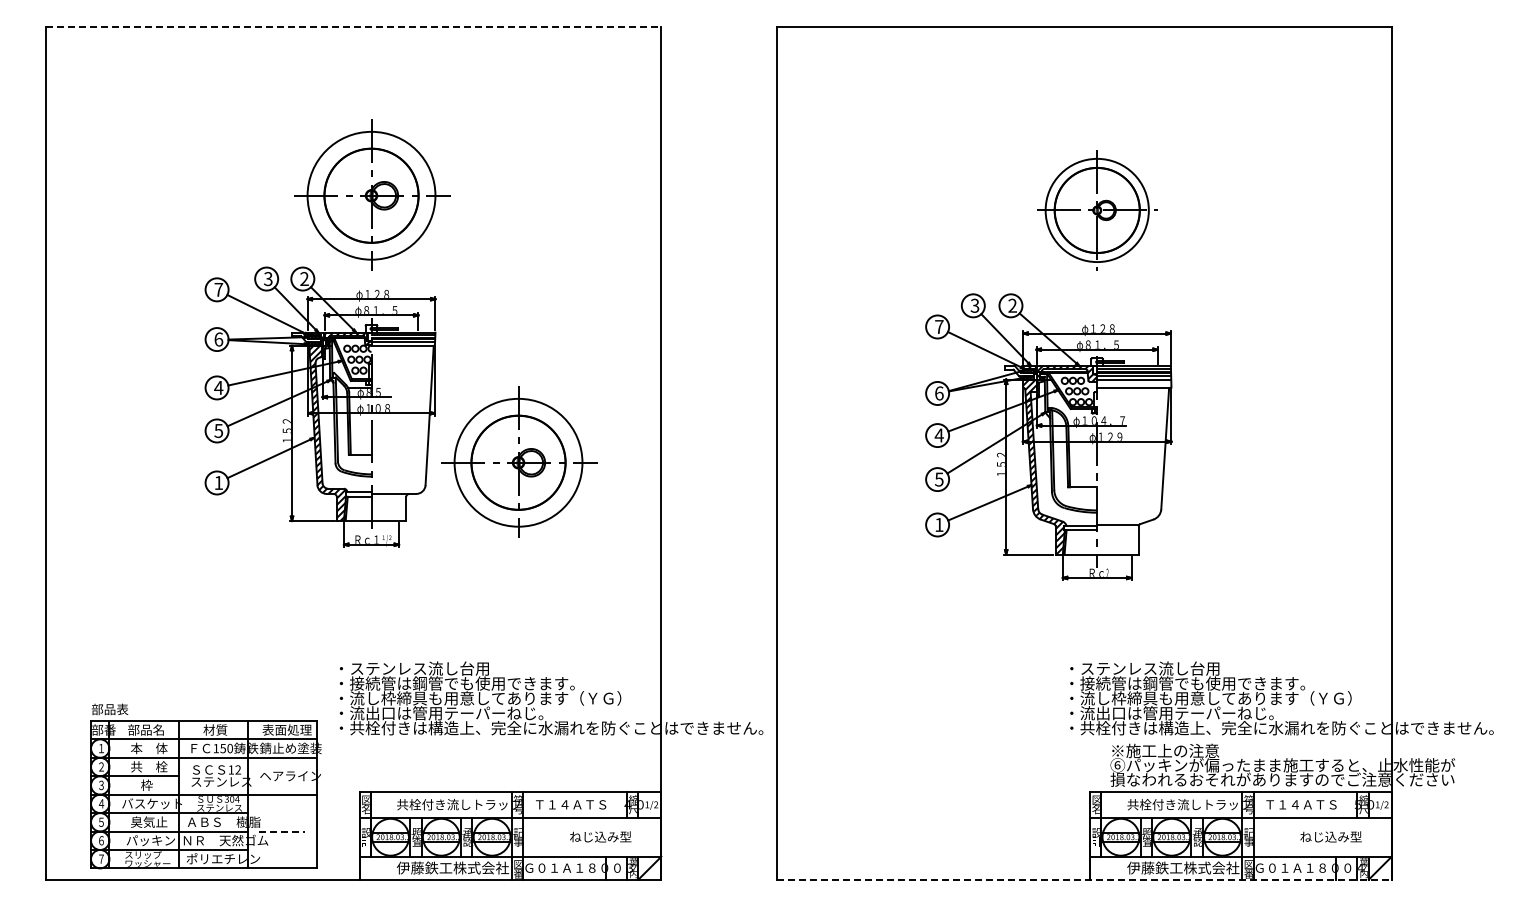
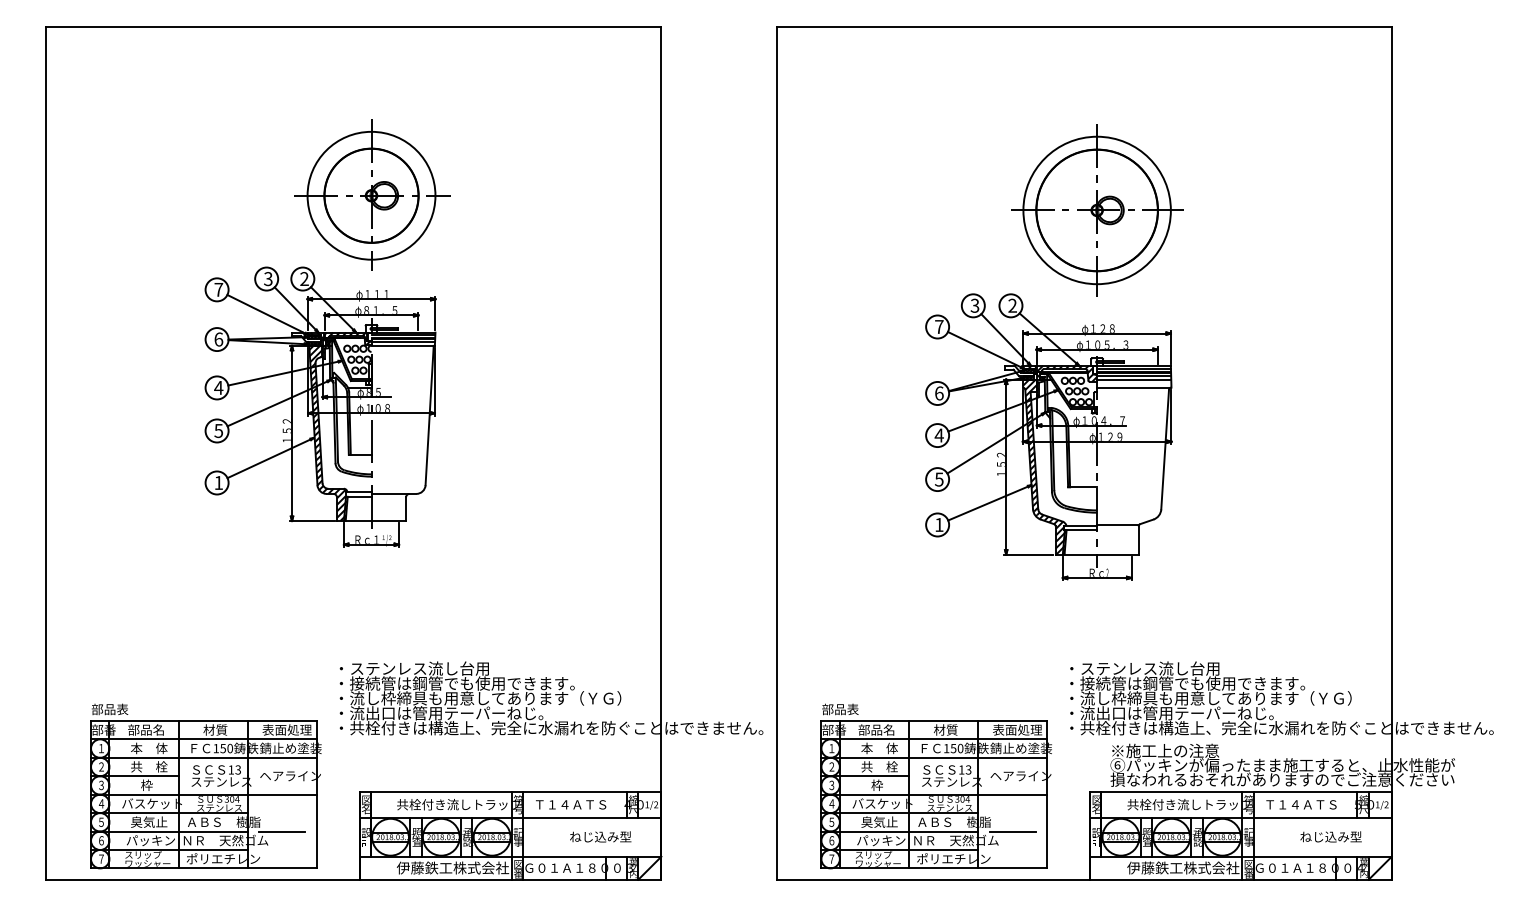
line at (353, 27): dashed -> solid
part at (1097, 210) size: 121x121 px -> 173x173 px
text at (382, 293): φ１２８ -> φ１１１
text at (1106, 344): φ８１．５ -> φ１０５．３
part at (519, 461): present -> none
text at (238, 770): 12 -> 13
part at (935, 786): none -> present
line at (282, 831): dashed -> solid
line at (1084, 879): dashed -> solid
